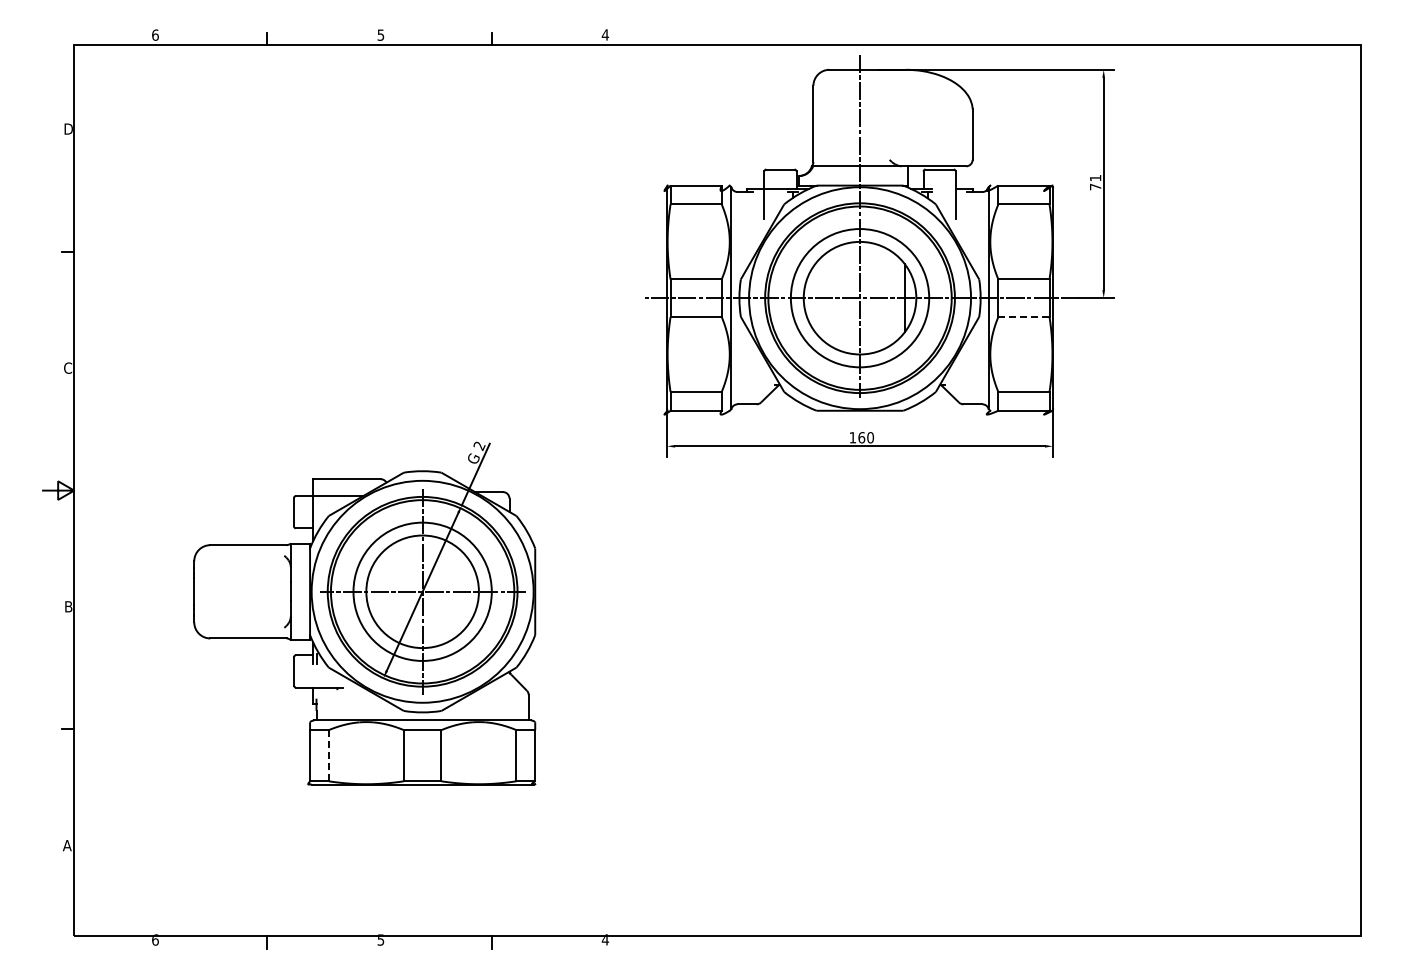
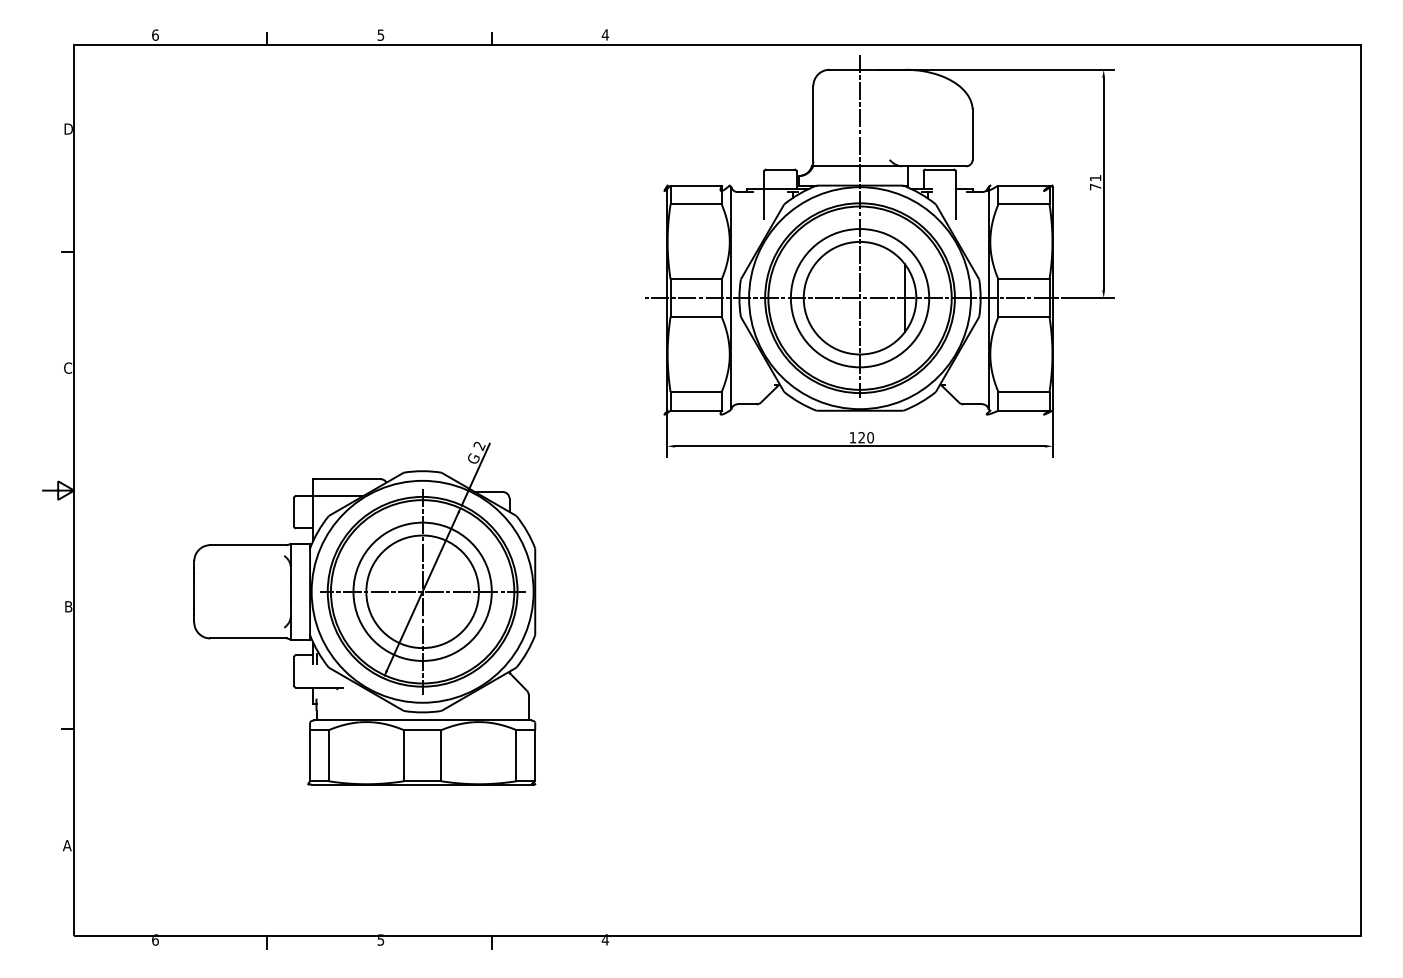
line at (1023, 316): dashed -> solid
text at (861, 437): 160 -> 120
line at (328, 755): dashed -> solid
